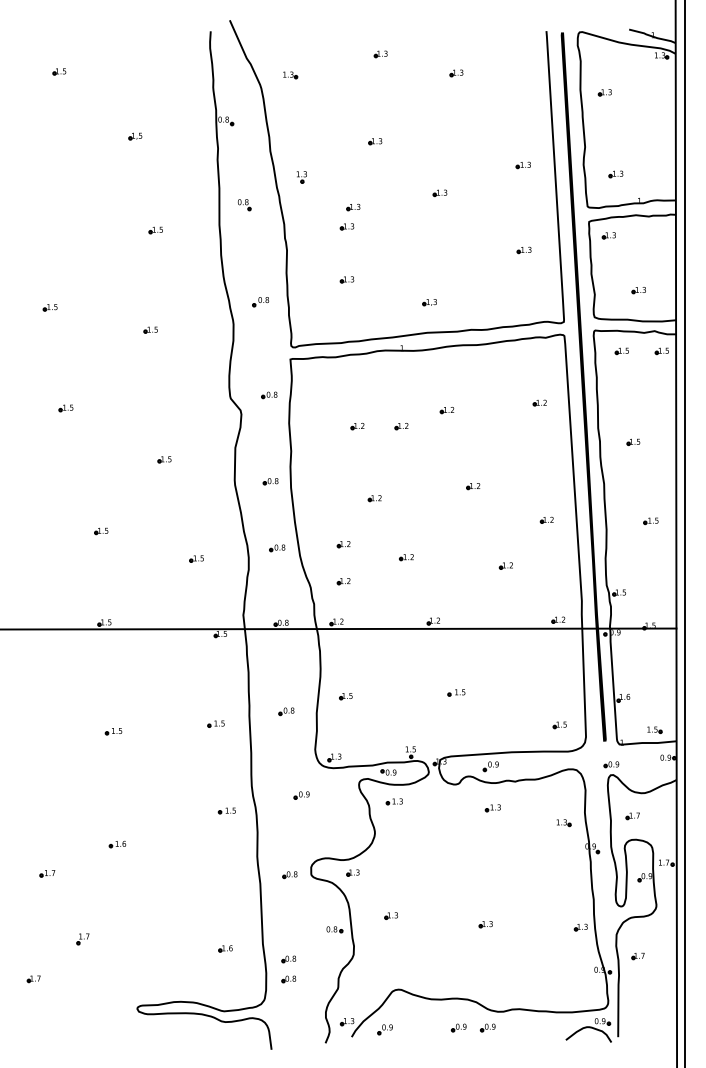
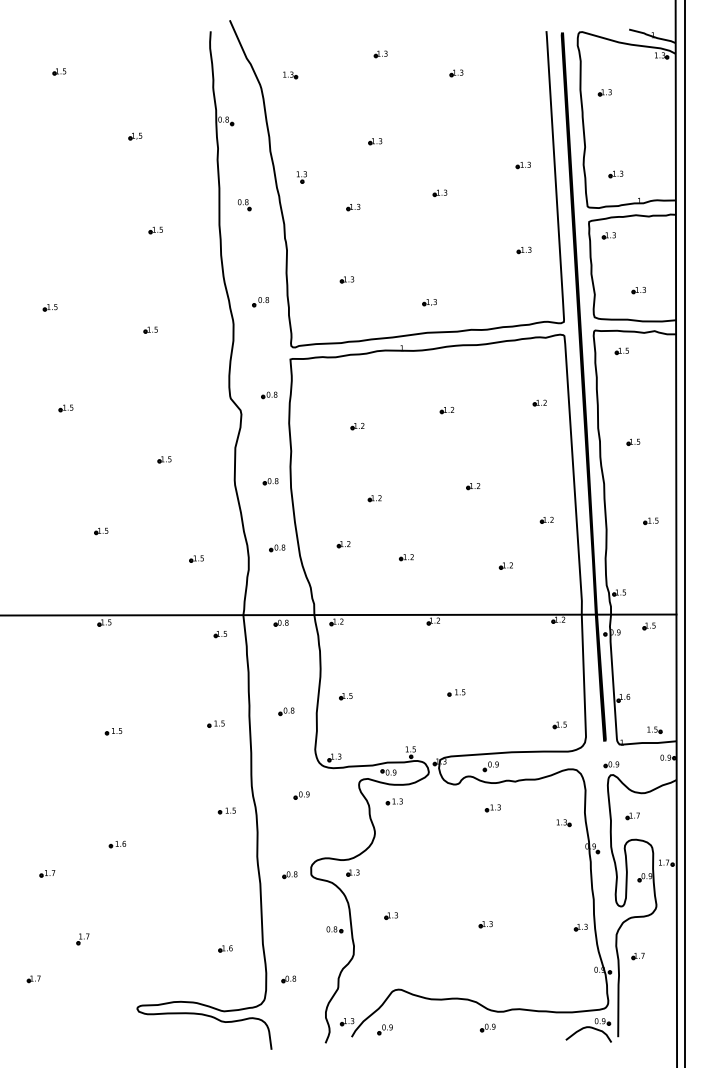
part at (346, 226): present -> none
part at (661, 351): present -> none
part at (401, 426): present -> none
part at (343, 581): present -> none
line at (339, 628) position: (339, 628) -> (339, 614)
part at (288, 959): present -> none
part at (458, 1027): present -> none
